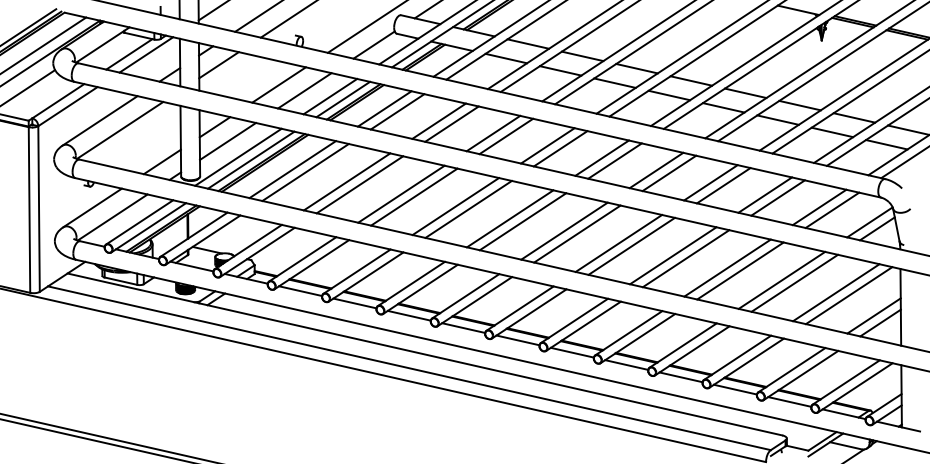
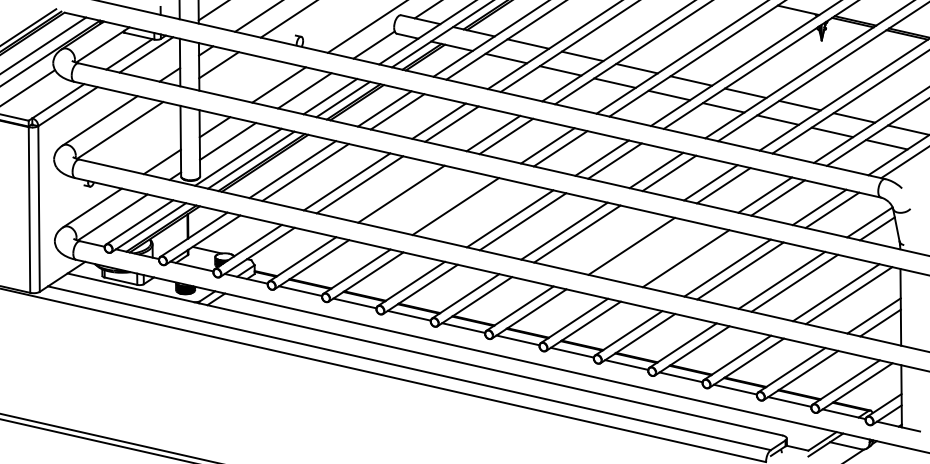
line at (414, 196): present -> none
line at (468, 208): present -> none
line at (618, 242): present -> none
line at (673, 255): present -> none
